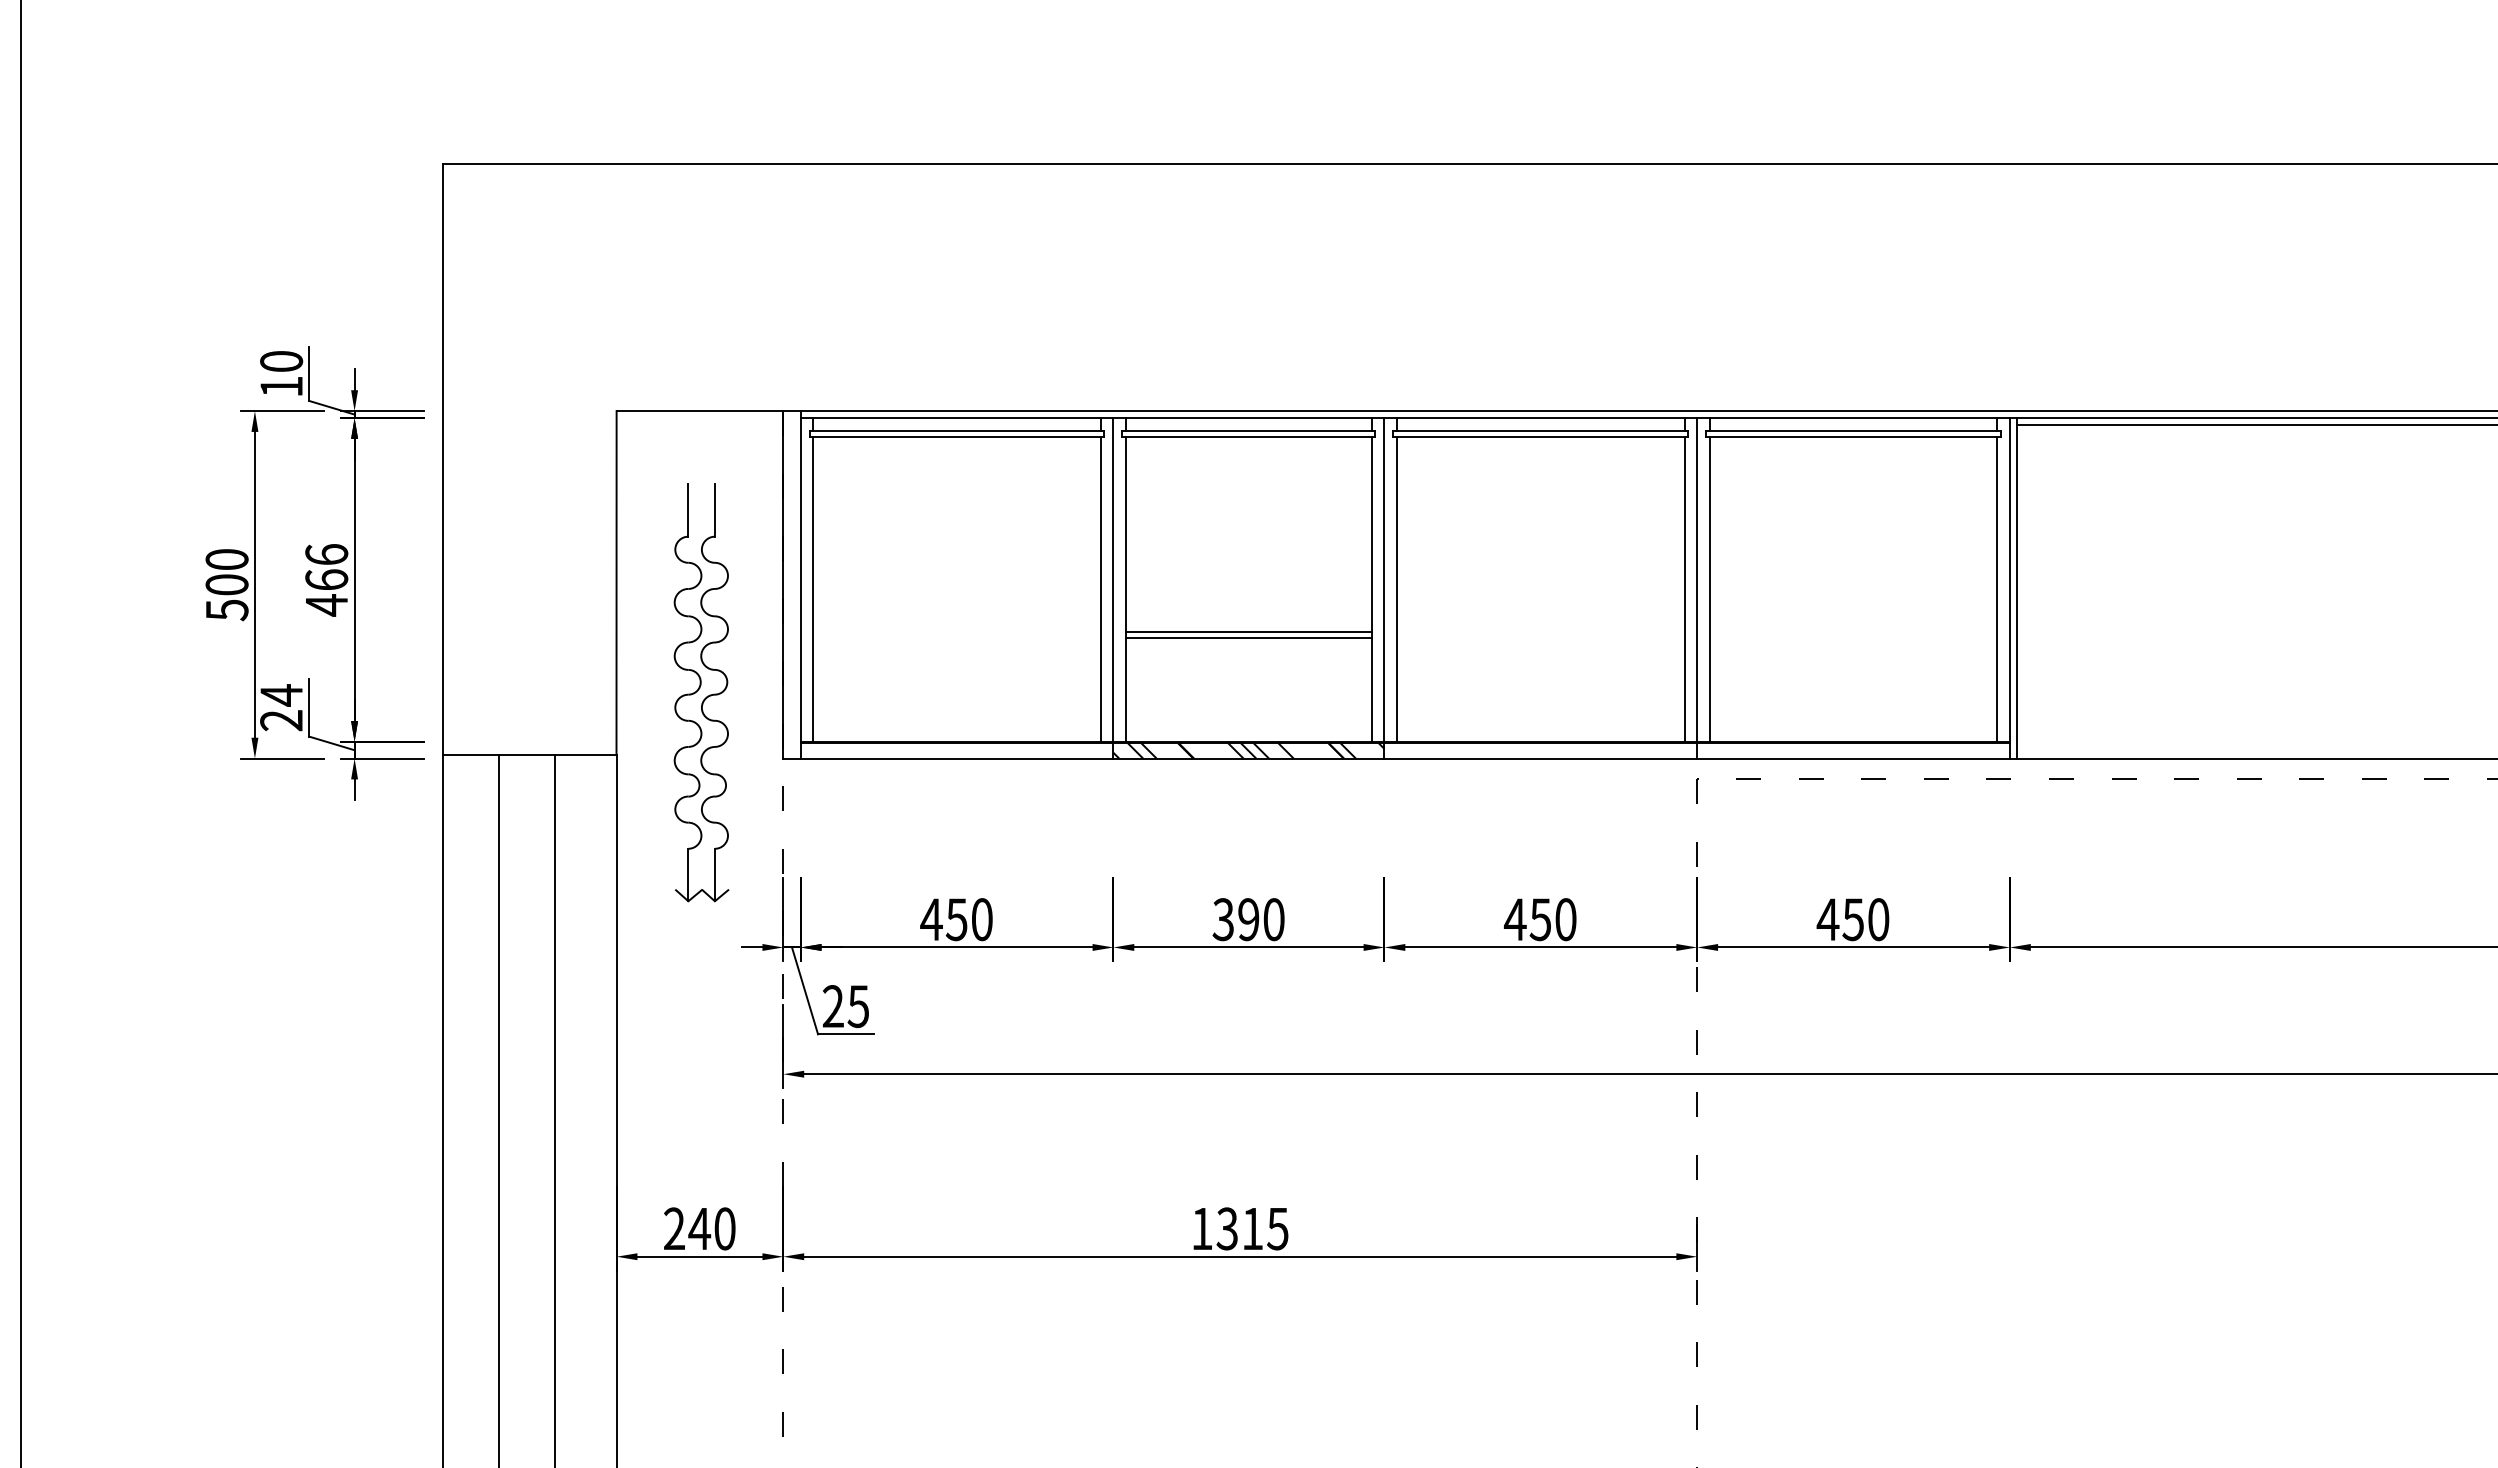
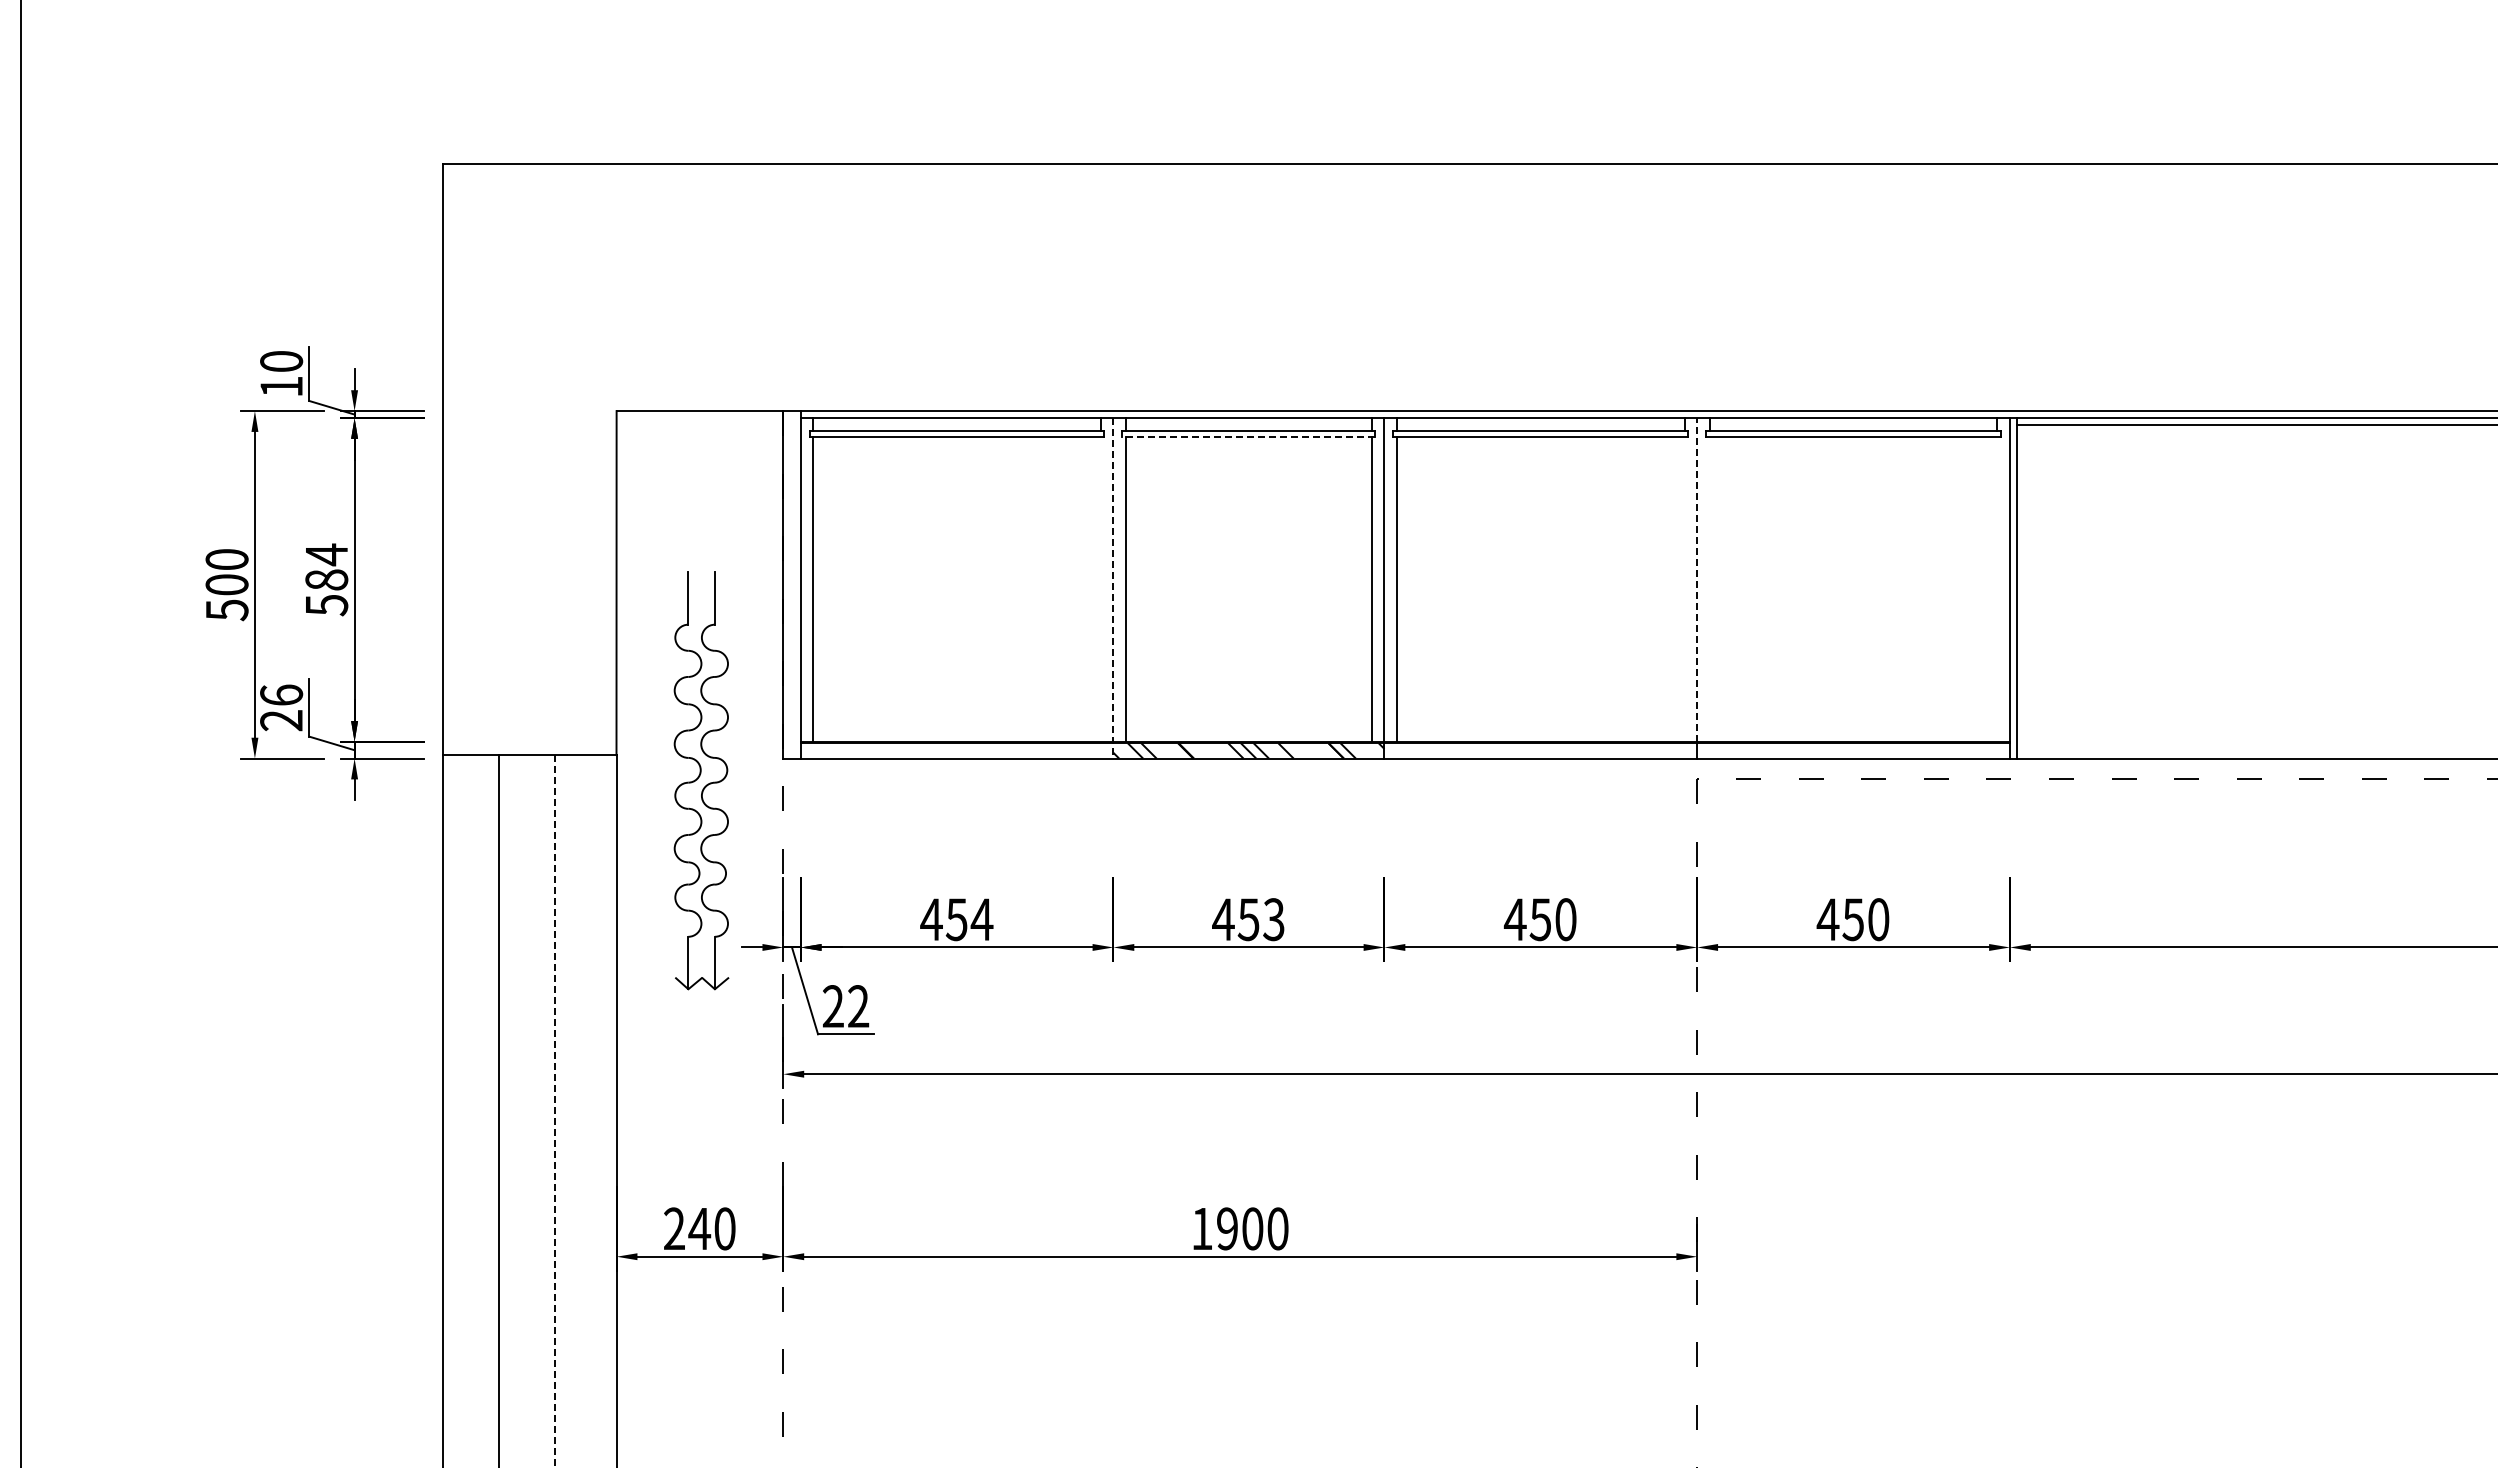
line at (1248, 436): solid -> dashed
text at (326, 579): 466 -> 584
line at (1697, 579): solid -> dashed
line at (1100, 588): present -> none
line at (1113, 588): solid -> dashed
line at (1684, 588): present -> none
line at (1709, 588): present -> none
line at (1997, 588): present -> none
line at (1248, 632): present -> none
line at (1248, 637): present -> none
part at (701, 692) position: (701, 692) -> (701, 780)
text at (281, 695): 24 -> 26
text at (981, 919): 450 -> 454
text at (1248, 919): 390 -> 453
text at (858, 1006): 25 -> 22
line at (554, 1111): solid -> dashed
text at (1252, 1228): 1315 -> 1900
